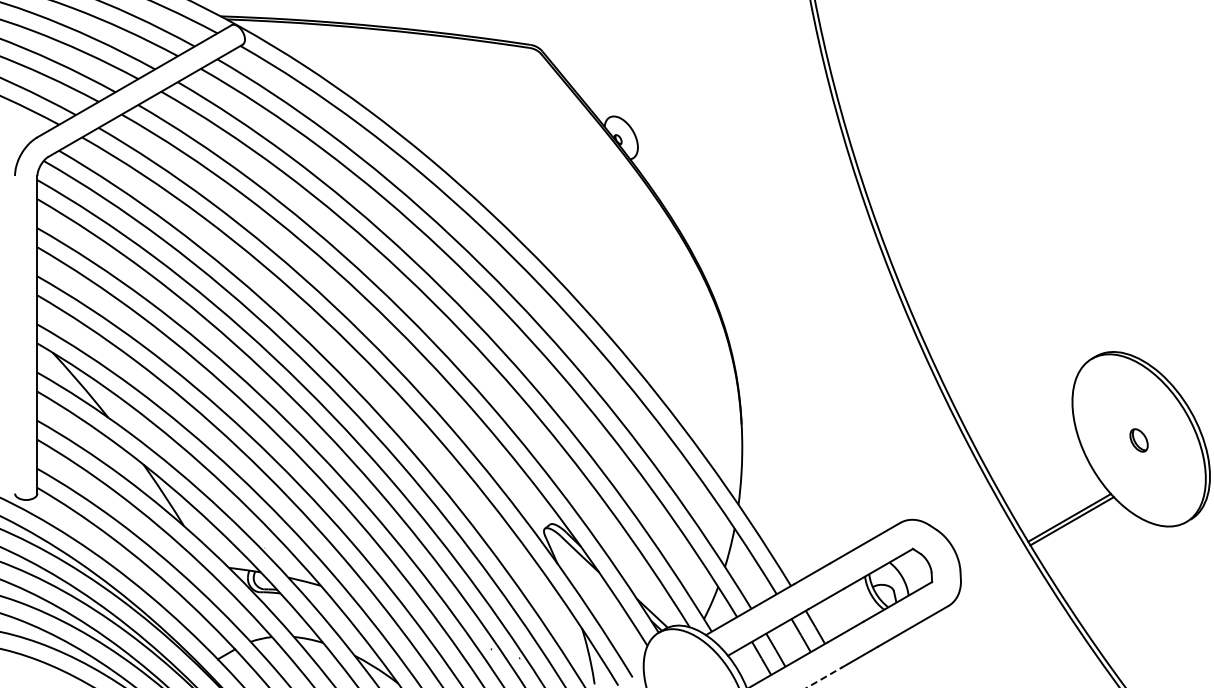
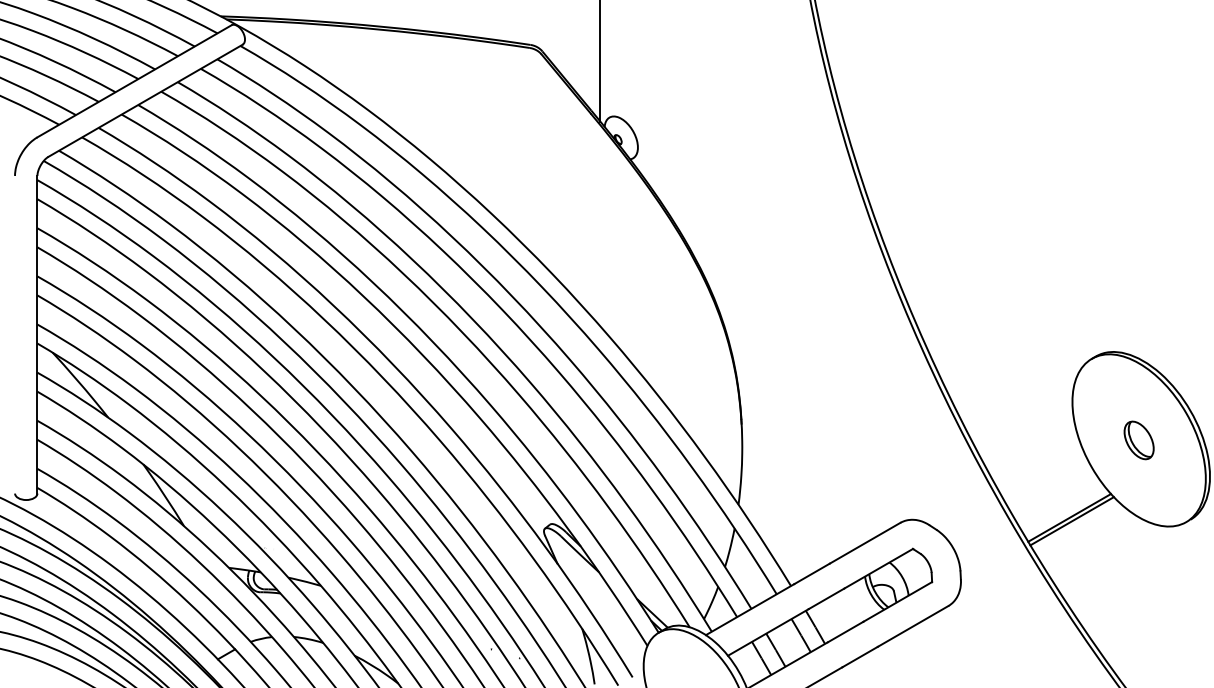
line at (600, 61): none -> present
part at (1138, 440) size: 20x25 px -> 32x41 px
line at (825, 677): dashed -> solid
